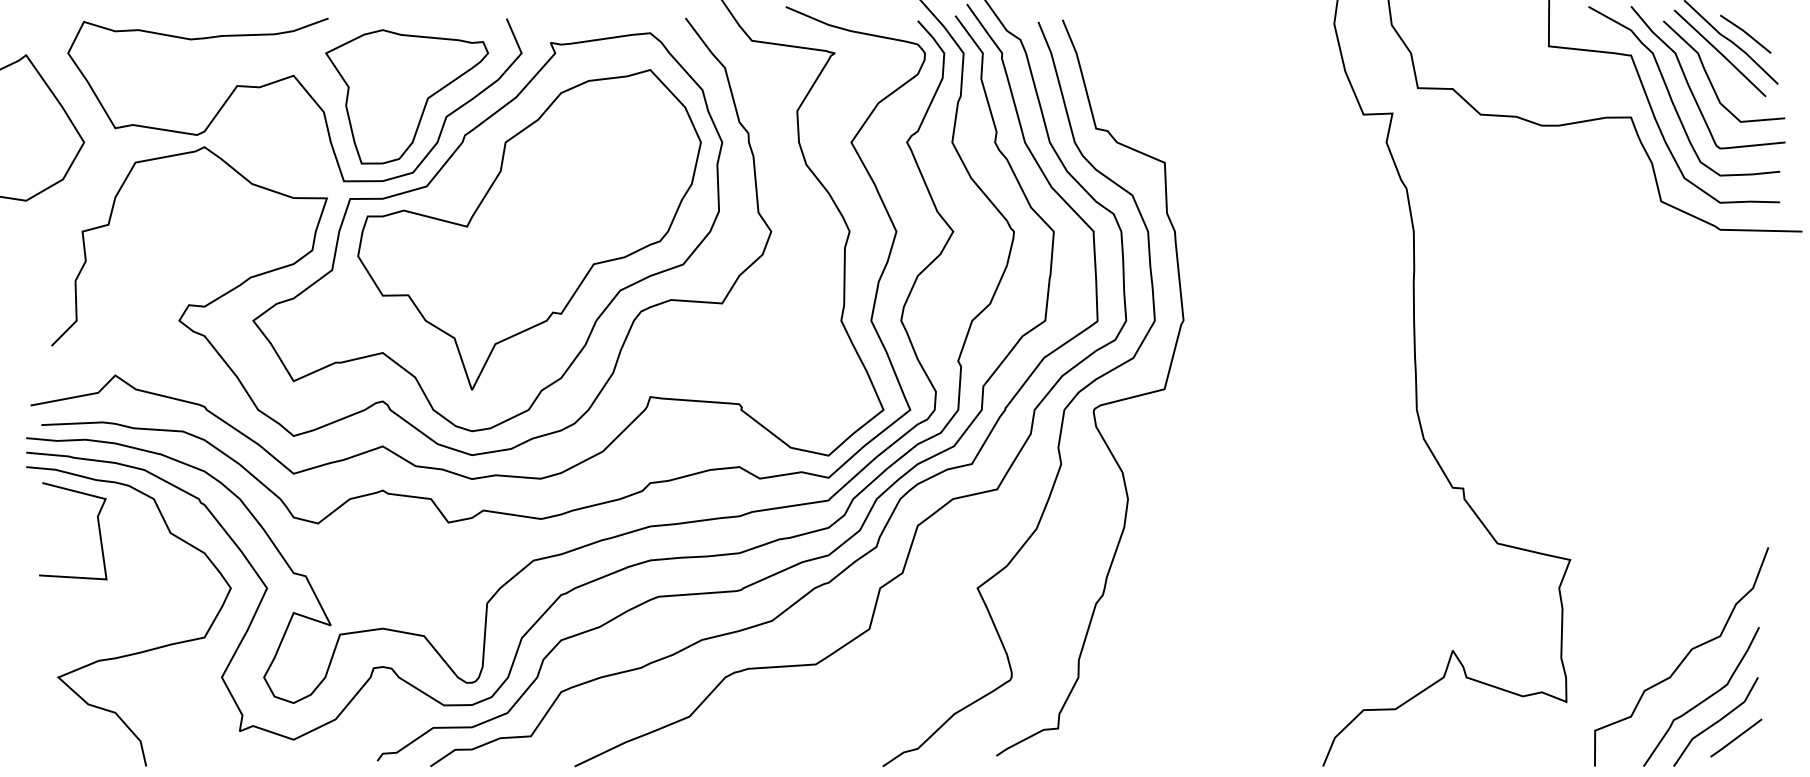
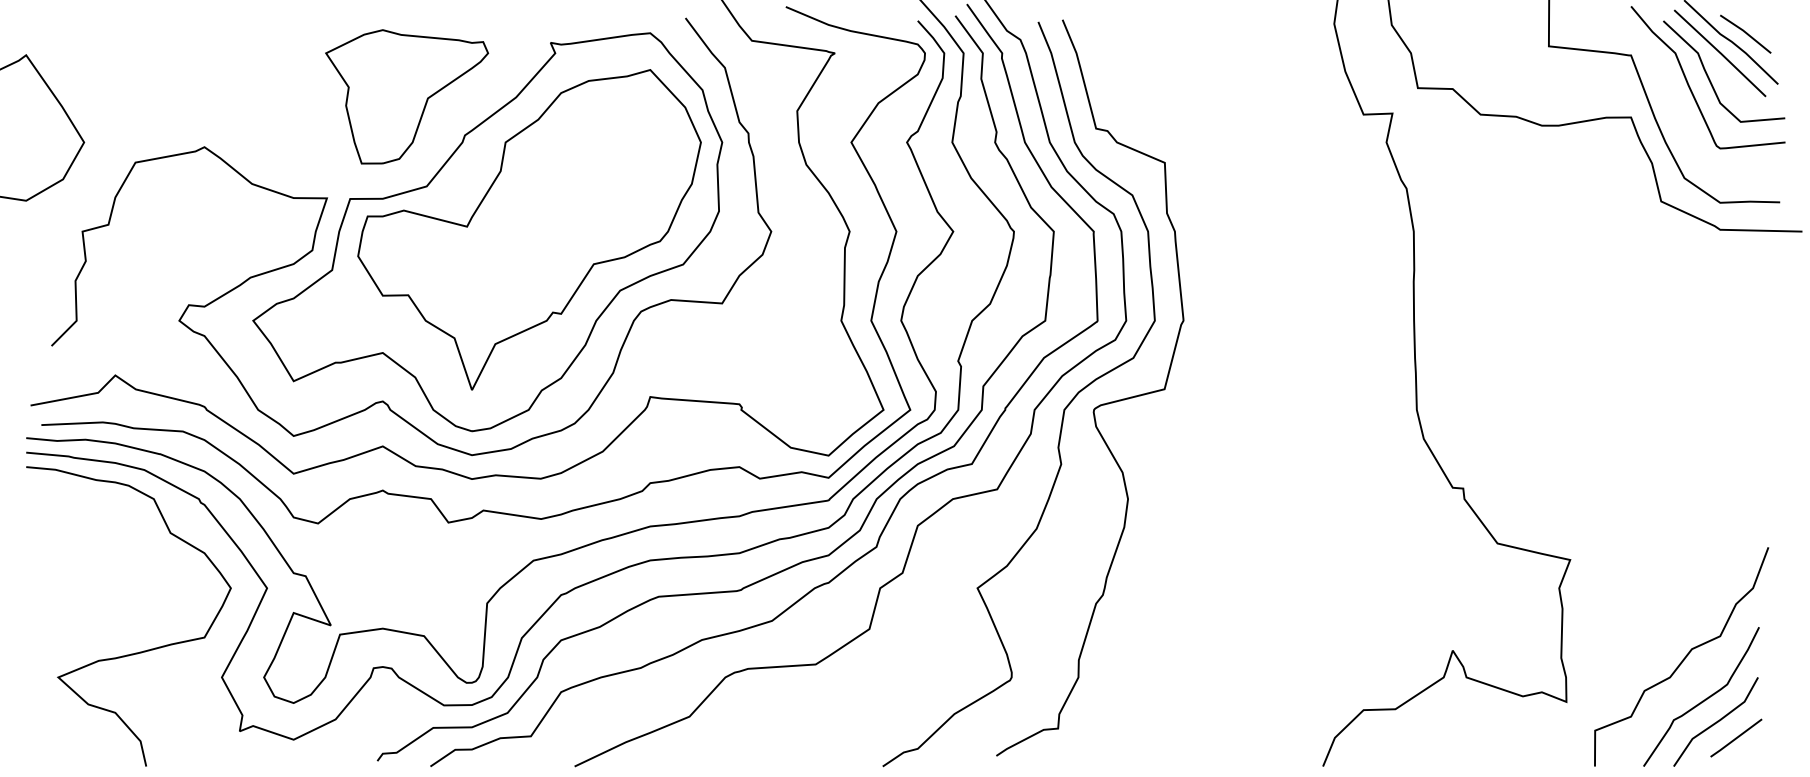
curve at (303, 89): present -> none
curve at (1671, 96): present -> none
line at (98, 530): present -> none
